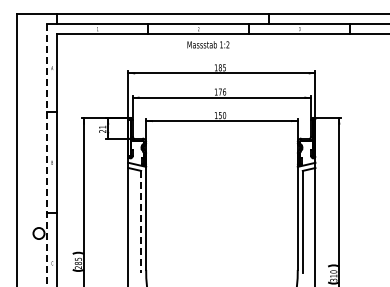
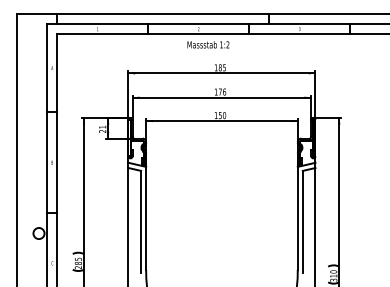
line at (47, 156): dashed -> solid
line at (141, 221): dashed -> solid
